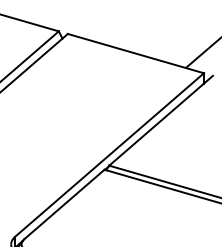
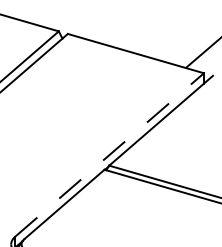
line at (109, 154): solid -> dashed
